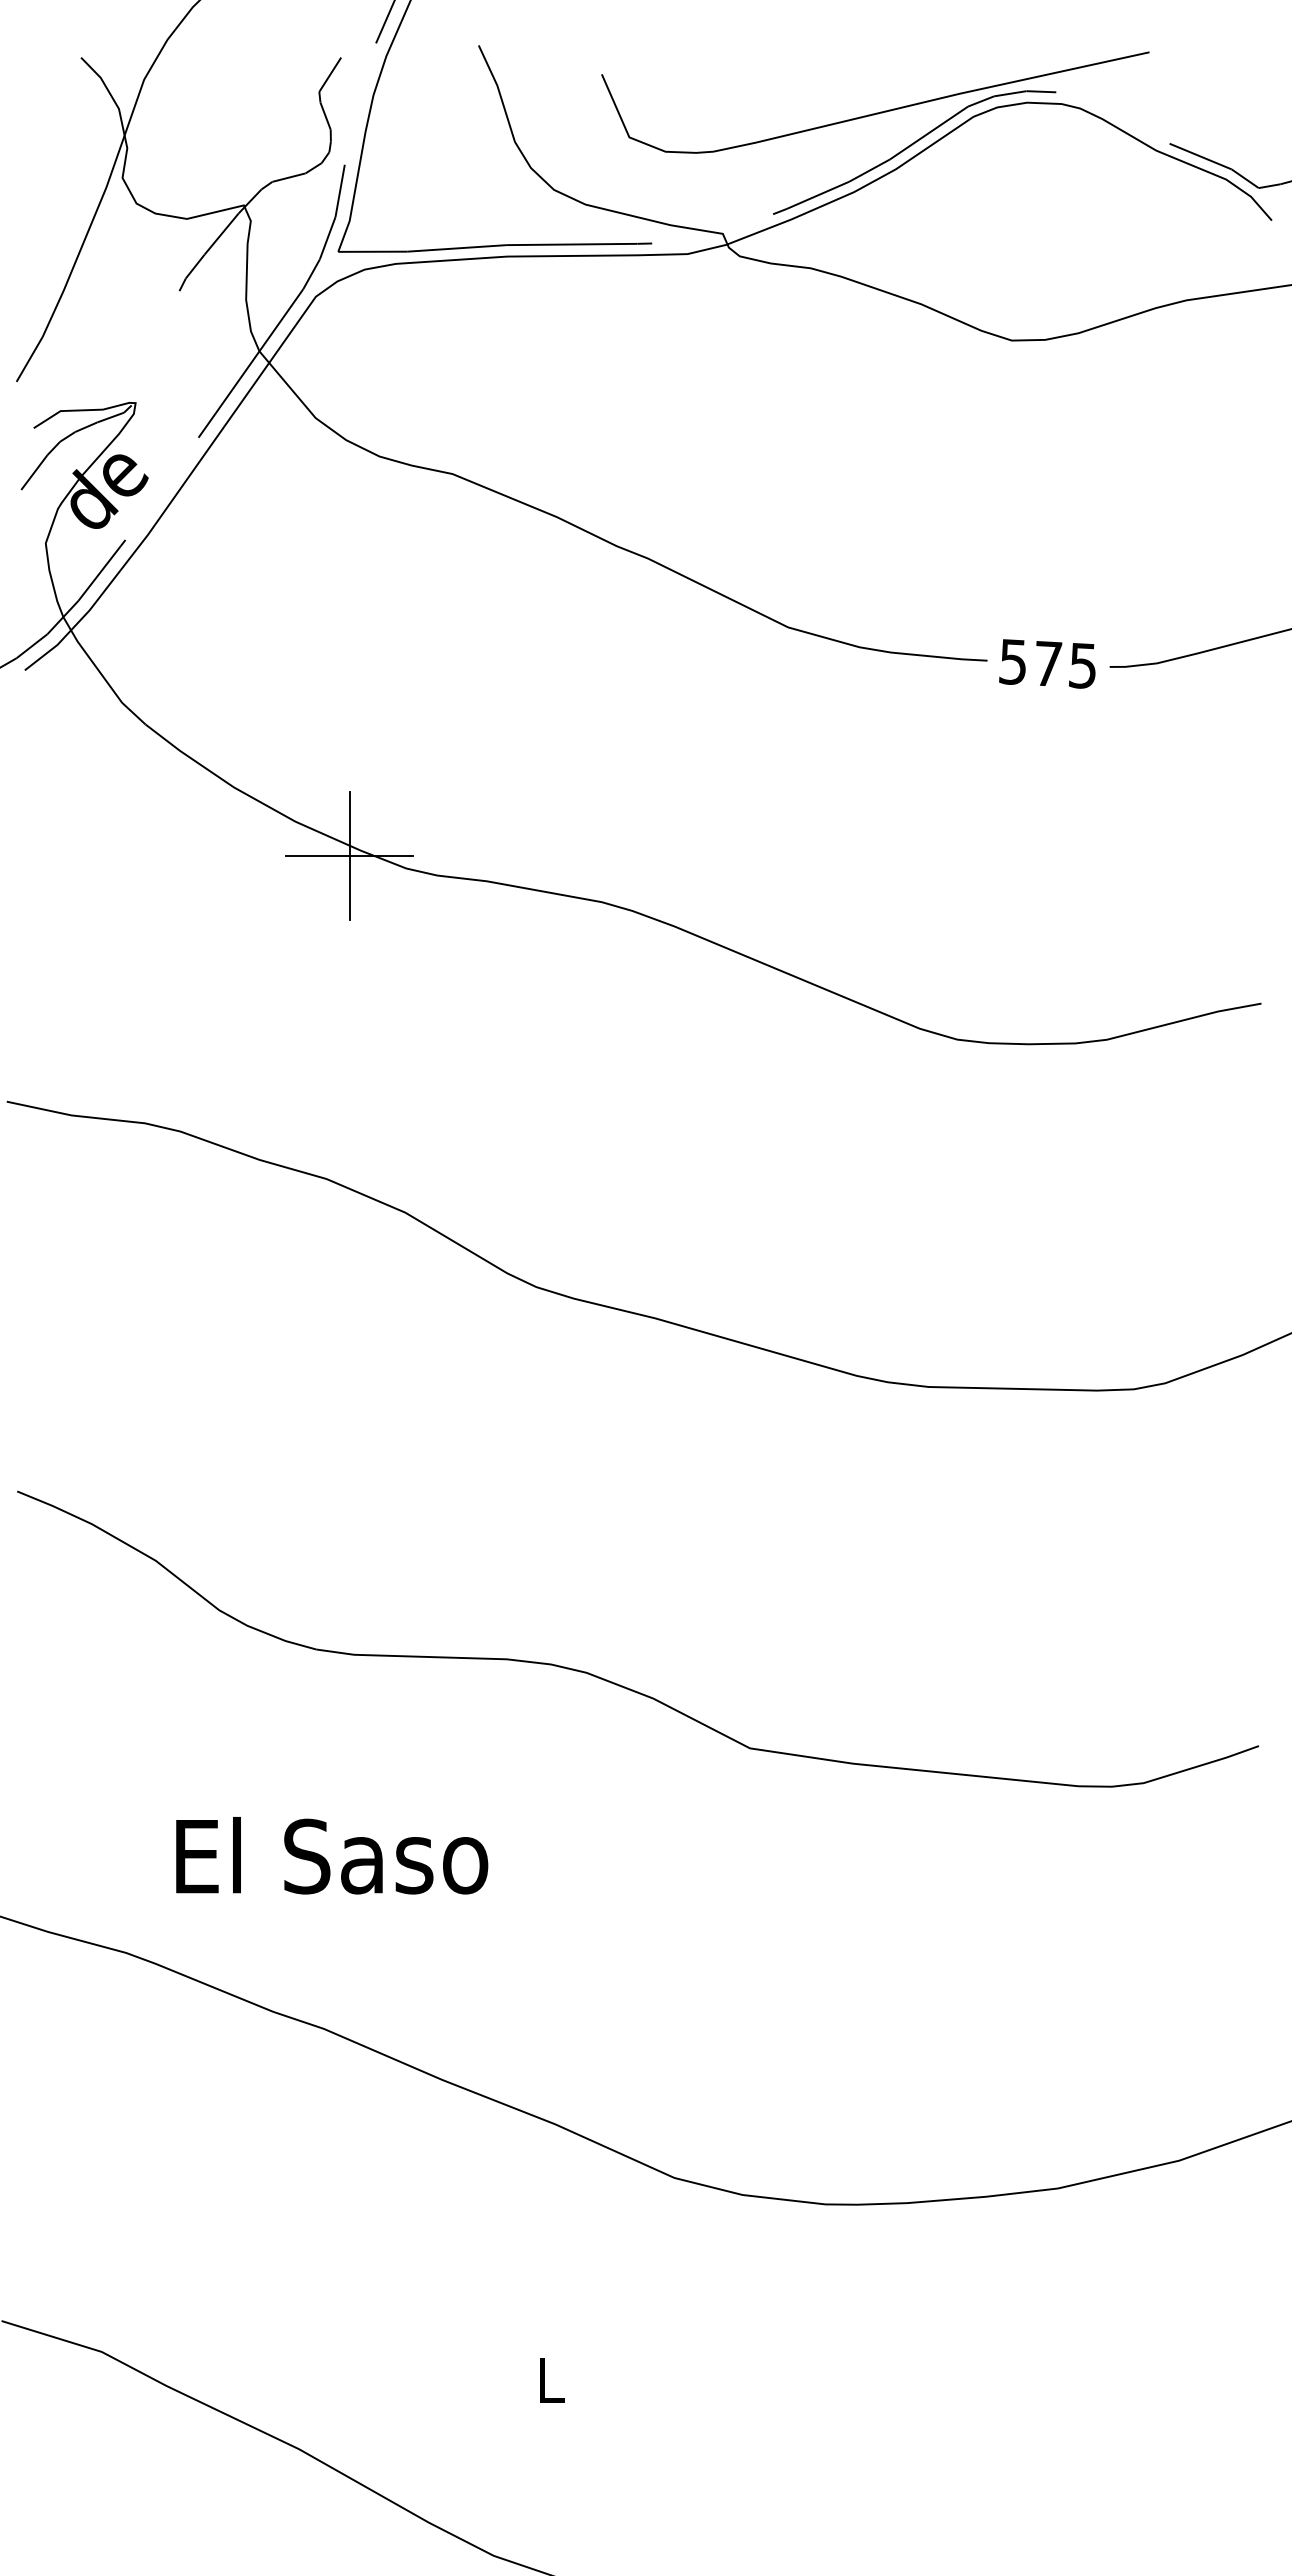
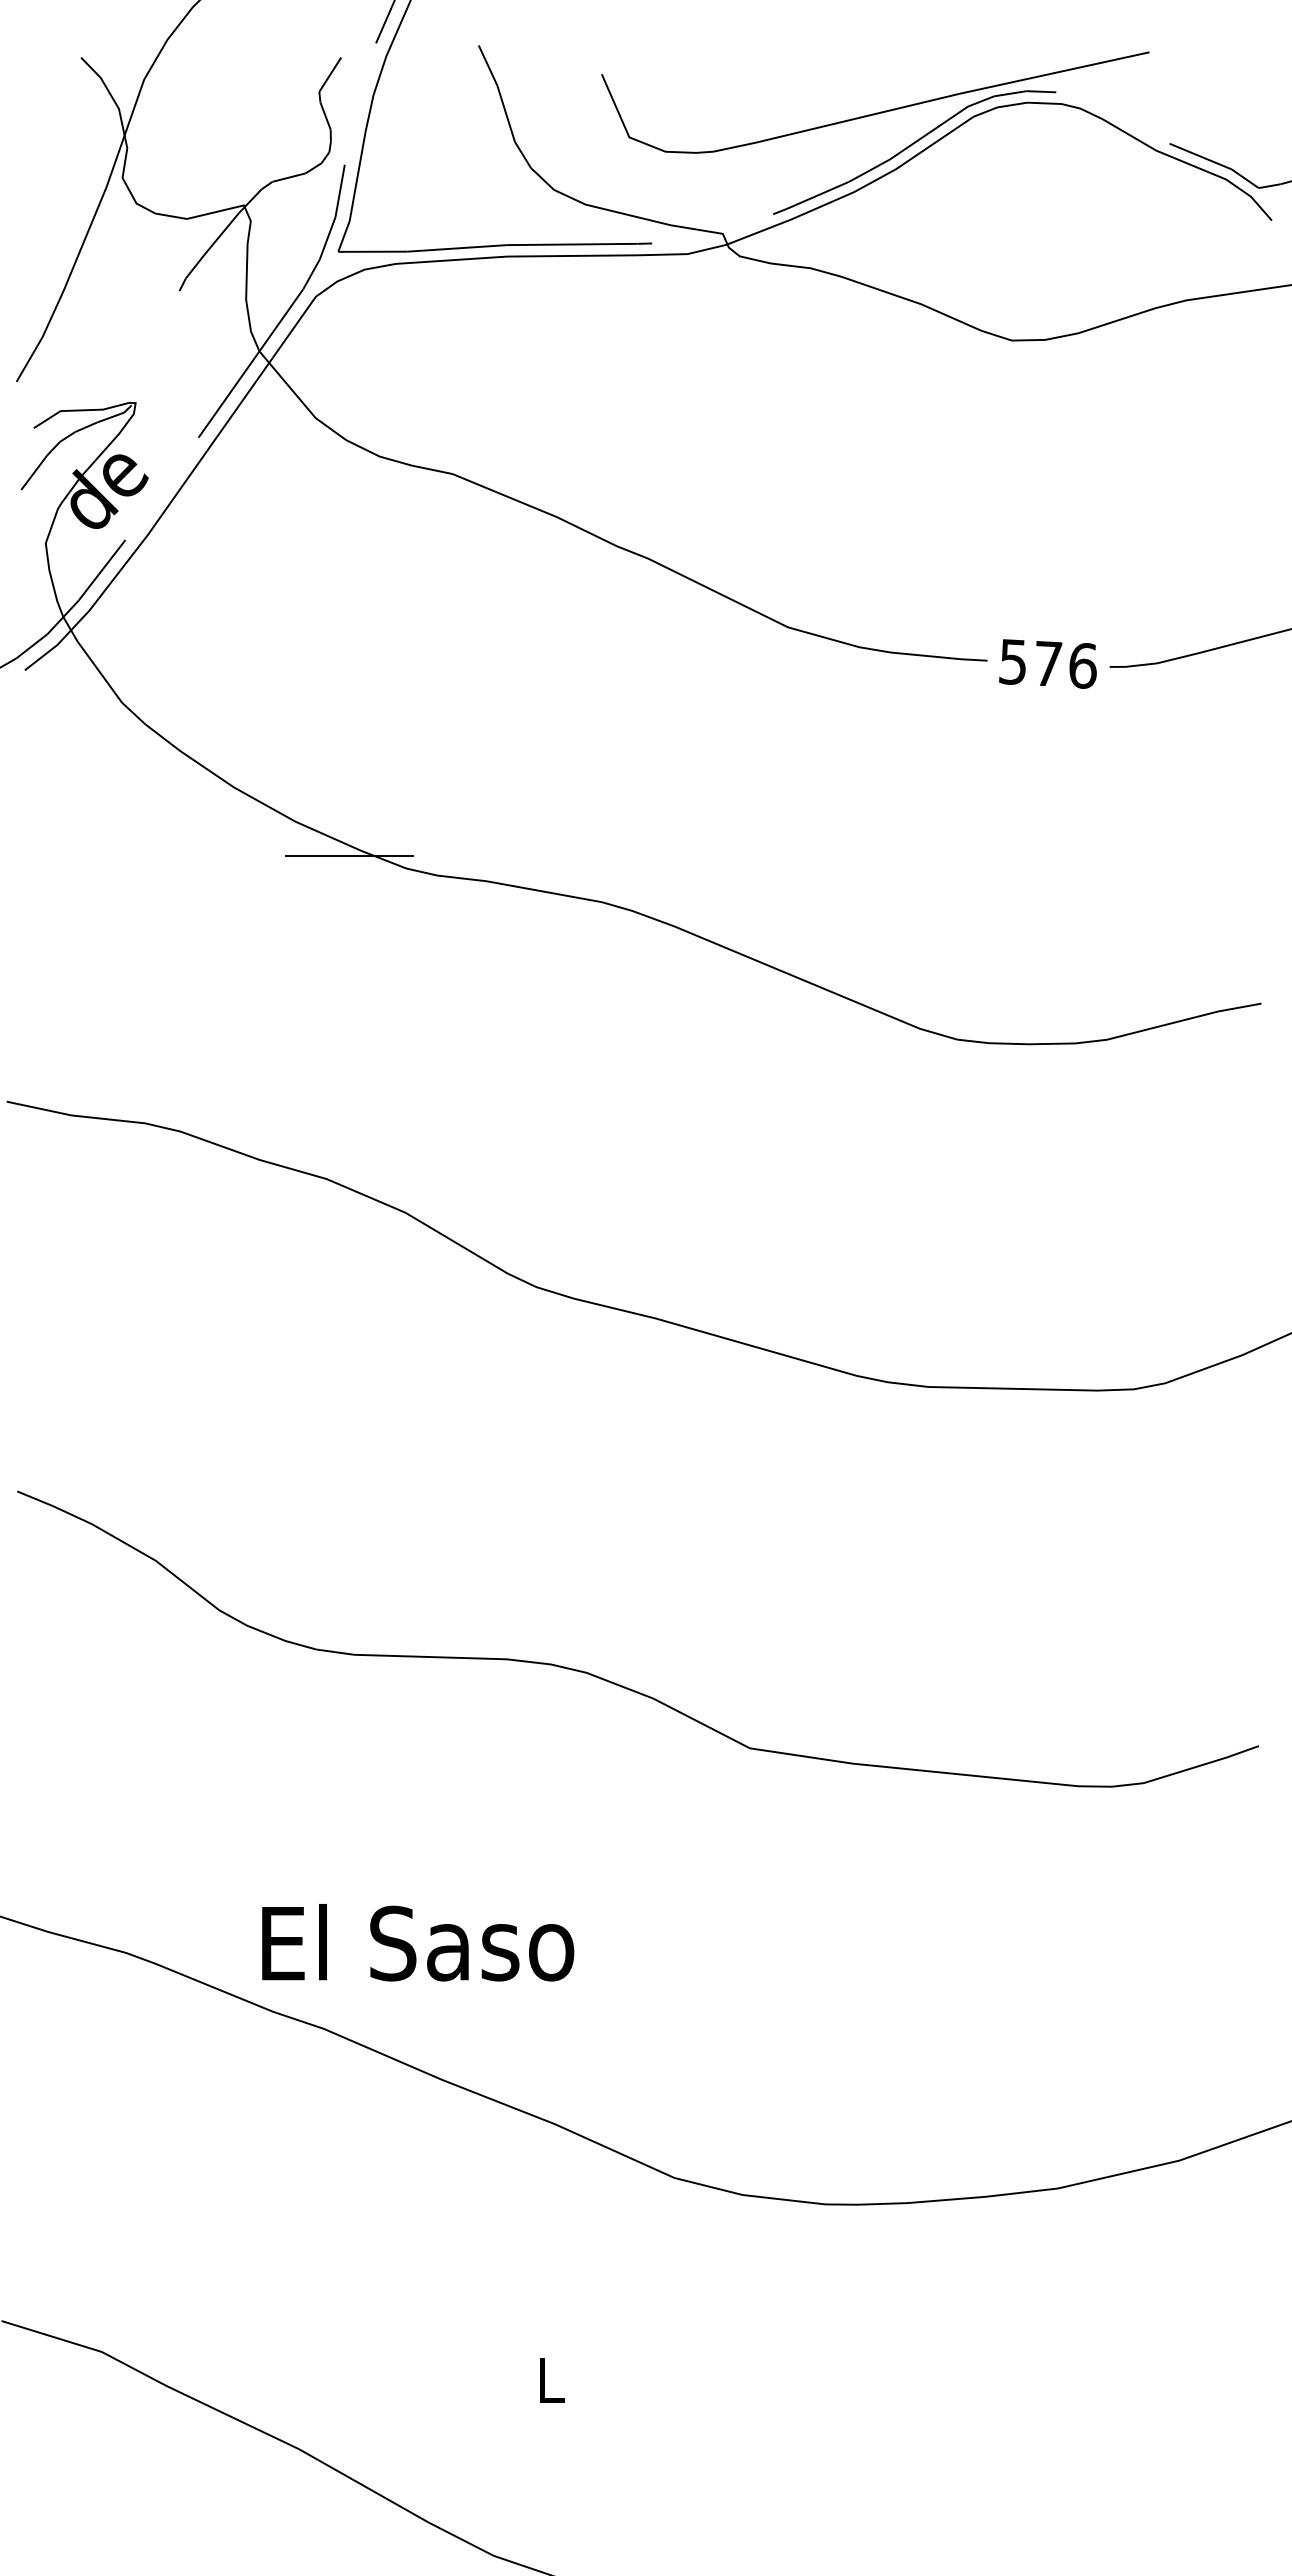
text at (1082, 665): 575 -> 576
line at (349, 855): present -> none
text at (332, 1855) position: (332, 1855) -> (418, 1942)
